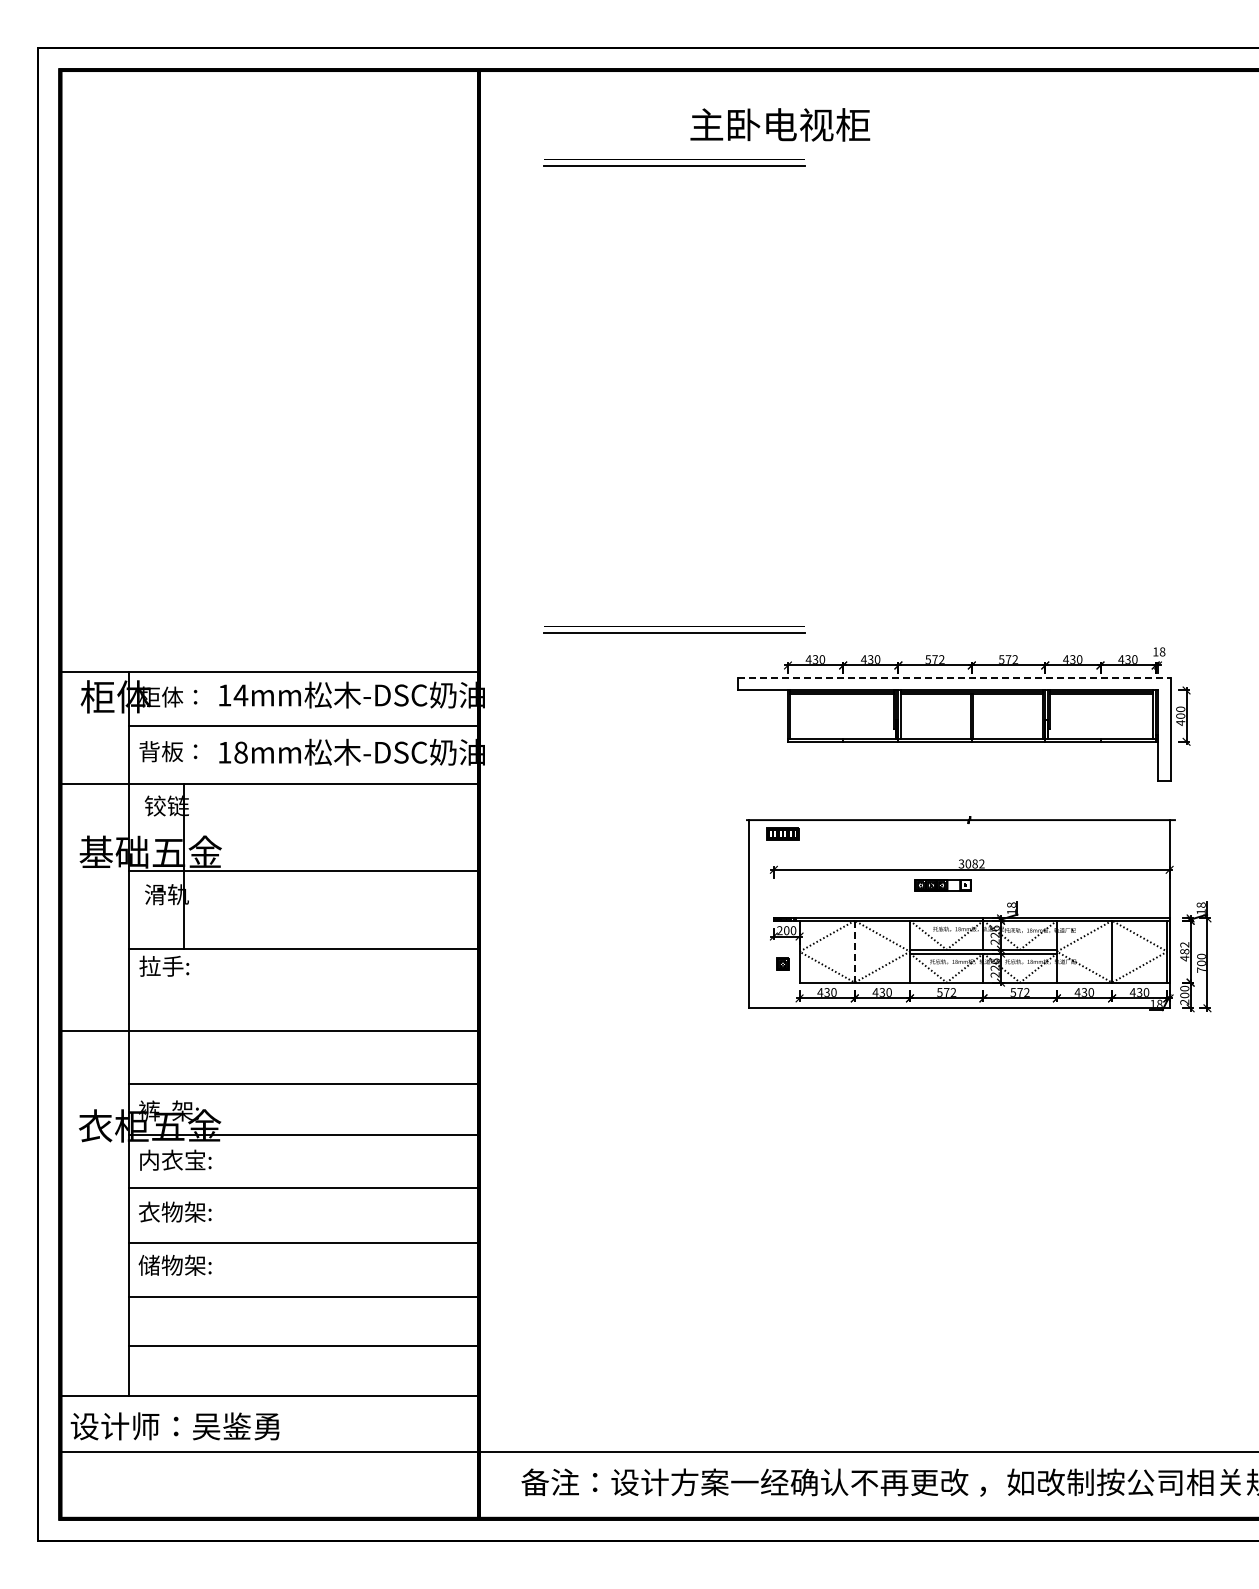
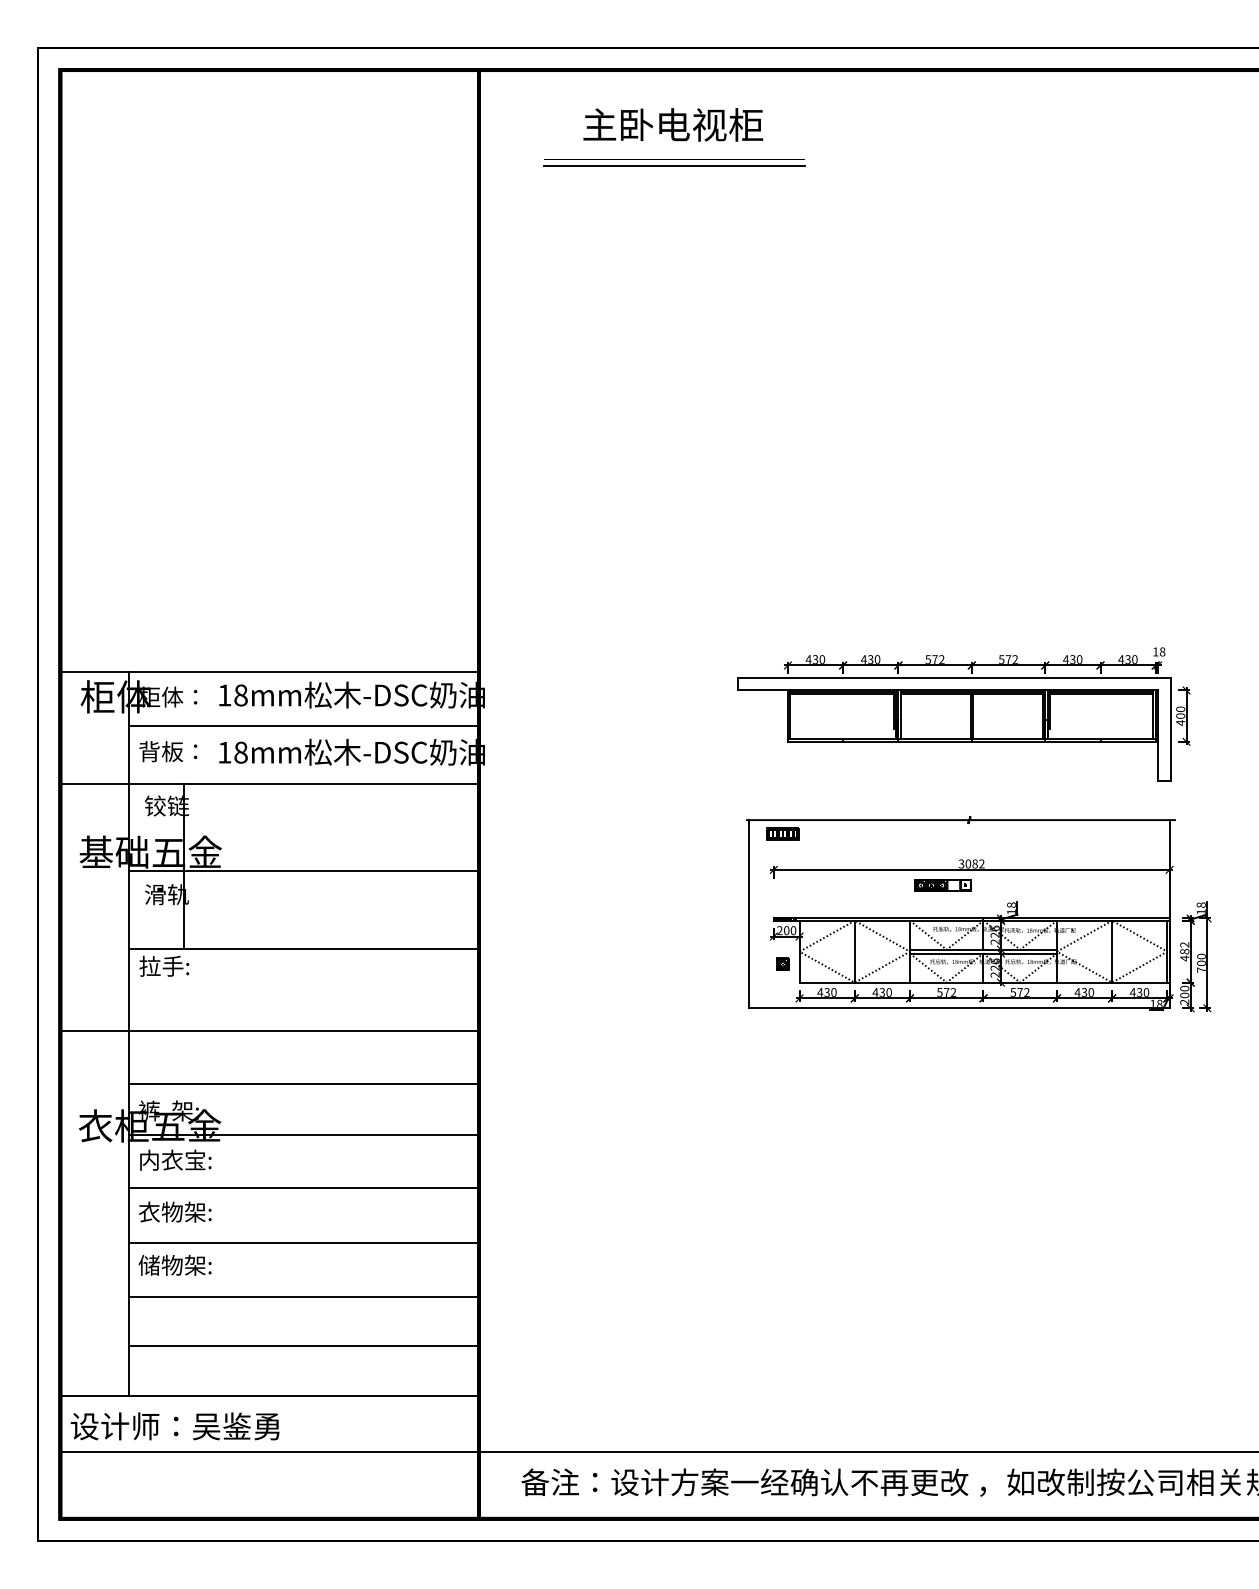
text at (780, 124) position: (780, 124) -> (673, 124)
part at (674, 629): present -> none
line at (954, 677): dashed -> solid
text at (240, 695): 14mm -> 18mm
line at (854, 951): dashed -> solid
